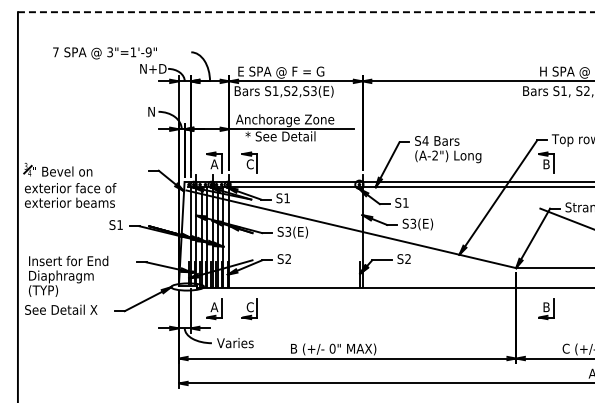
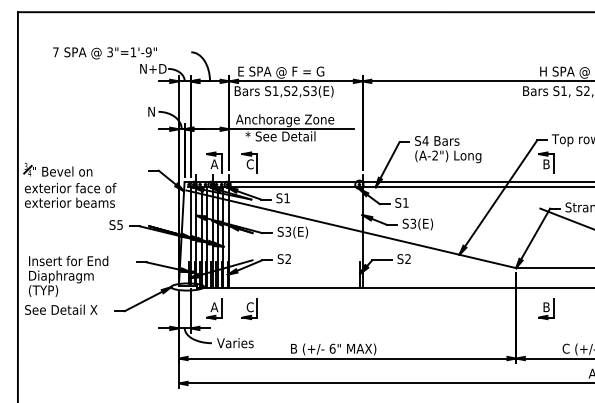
line at (306, 12): dashed -> solid
text at (119, 225): S1 -> S5
text at (332, 348): 0" -> 6"
